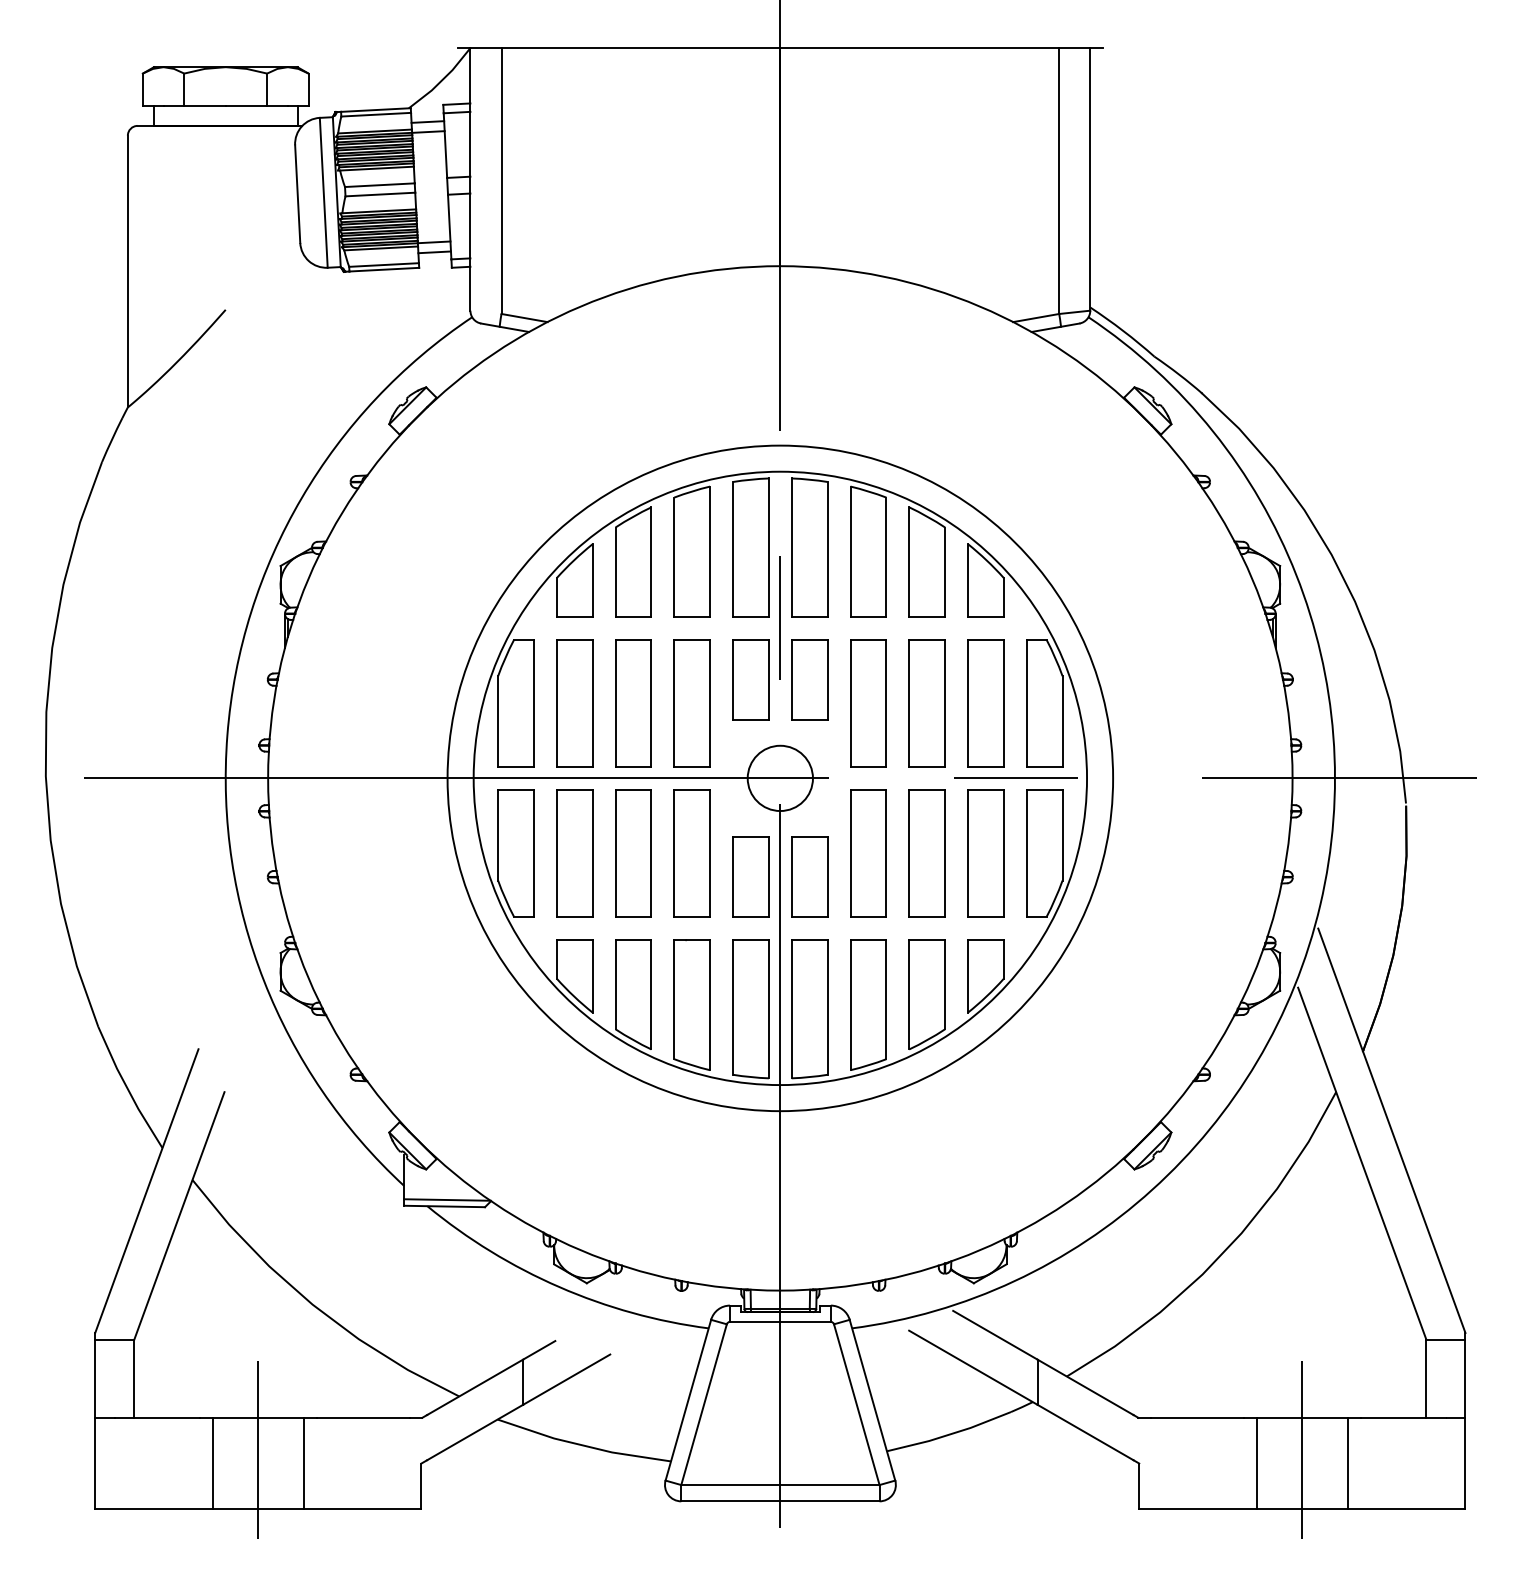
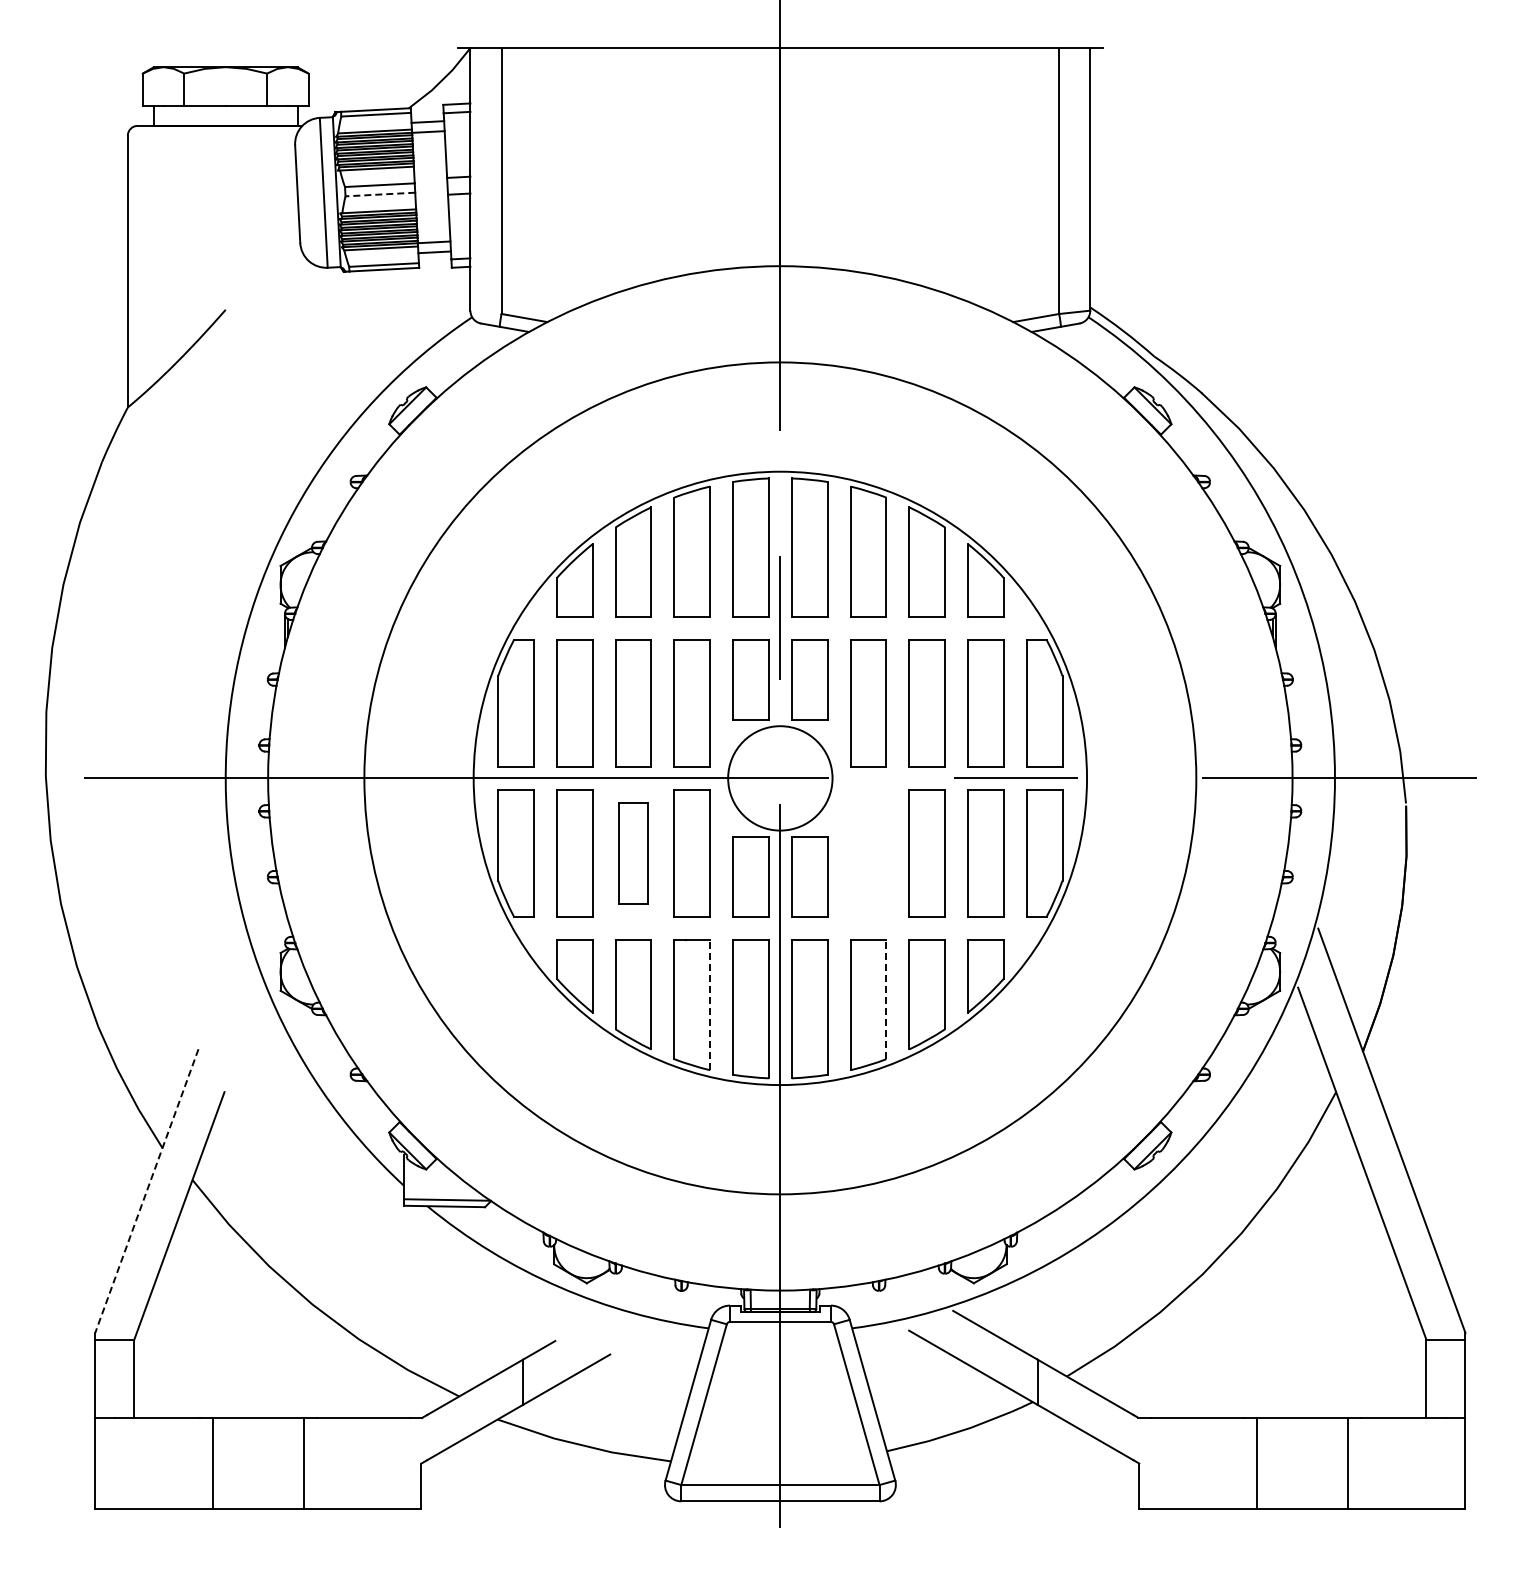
line at (380, 194): solid -> dashed
circle at (779, 778) diameter: 65 px -> 104 px
circle at (780, 778) diameter: 666 px -> 832 px
part at (633, 853) size: 37x129 px -> 31x103 px
part at (868, 853): present -> none
line at (886, 999): solid -> dashed
line at (710, 1004): solid -> dashed
line at (146, 1191): solid -> dashed
line at (258, 1450): present -> none
line at (1302, 1450): present -> none
